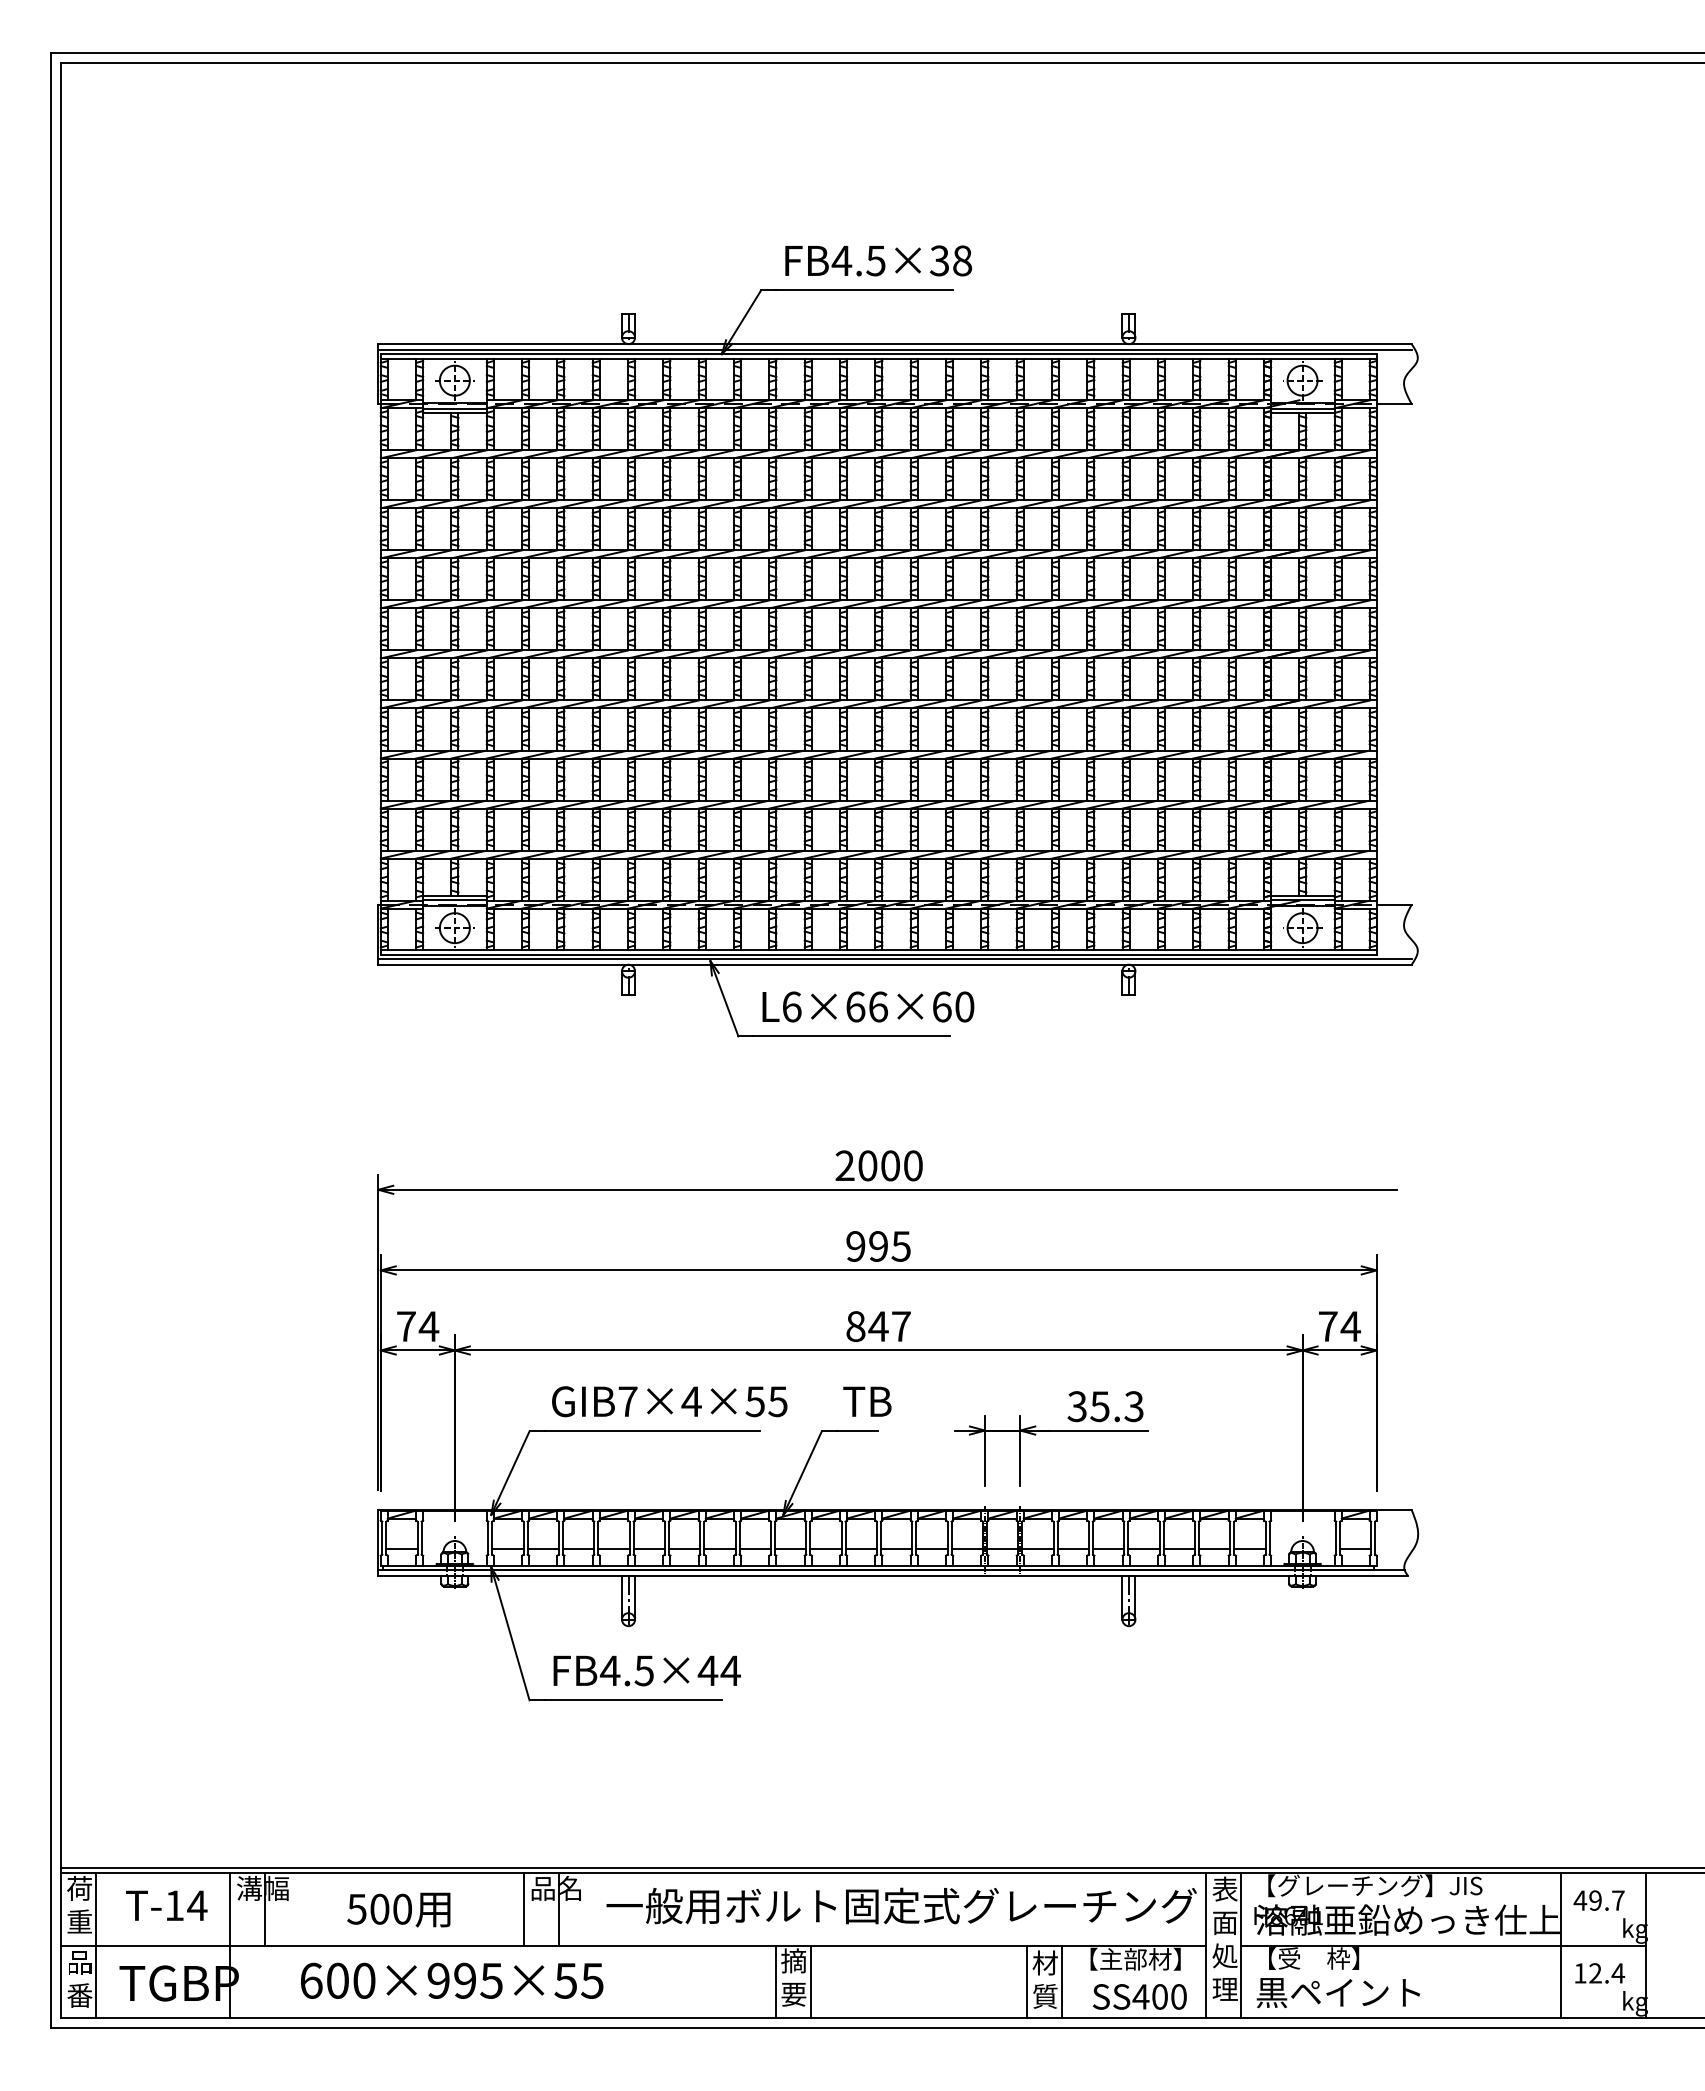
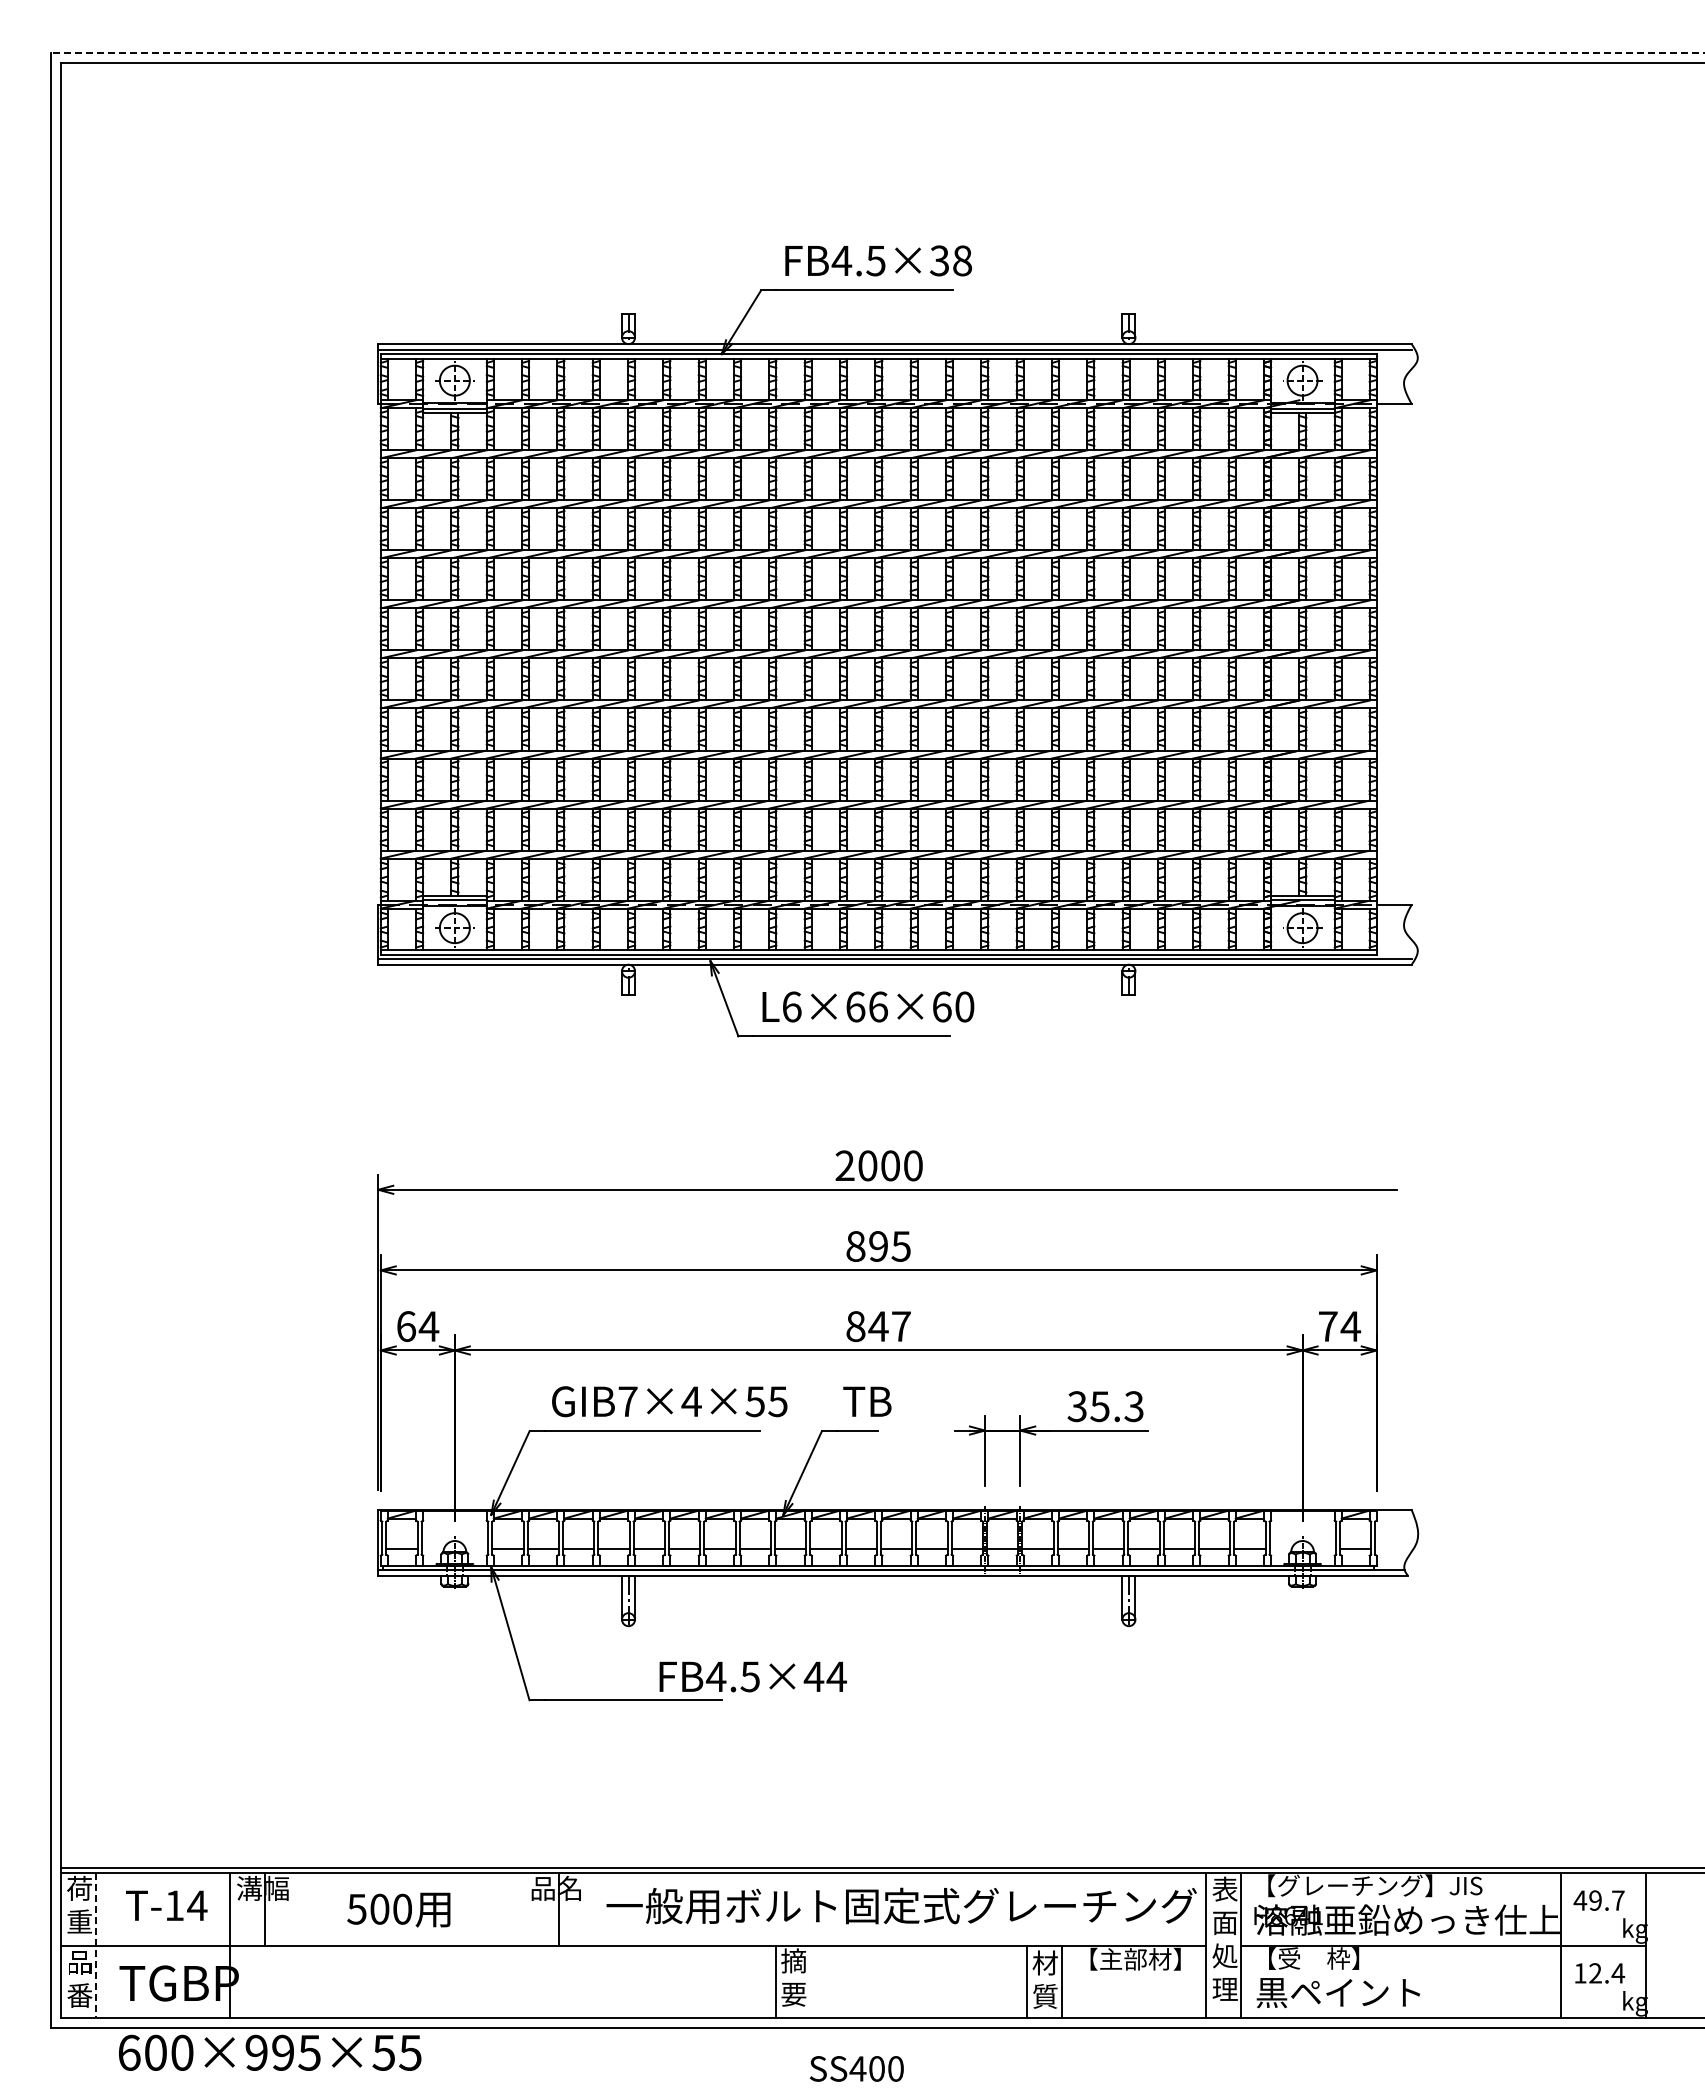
line at (877, 53): solid -> dashed
text at (855, 1246): 995 -> 895
text at (406, 1326): 74 -> 64
text at (646, 1670) position: (646, 1670) -> (752, 1676)
line at (524, 1908): present -> none
line at (96, 1945): solid -> dashed
text at (452, 1980) position: (452, 1980) -> (270, 2052)
line at (810, 1981): present -> none
text at (1139, 1996) position: (1139, 1996) -> (856, 2068)
